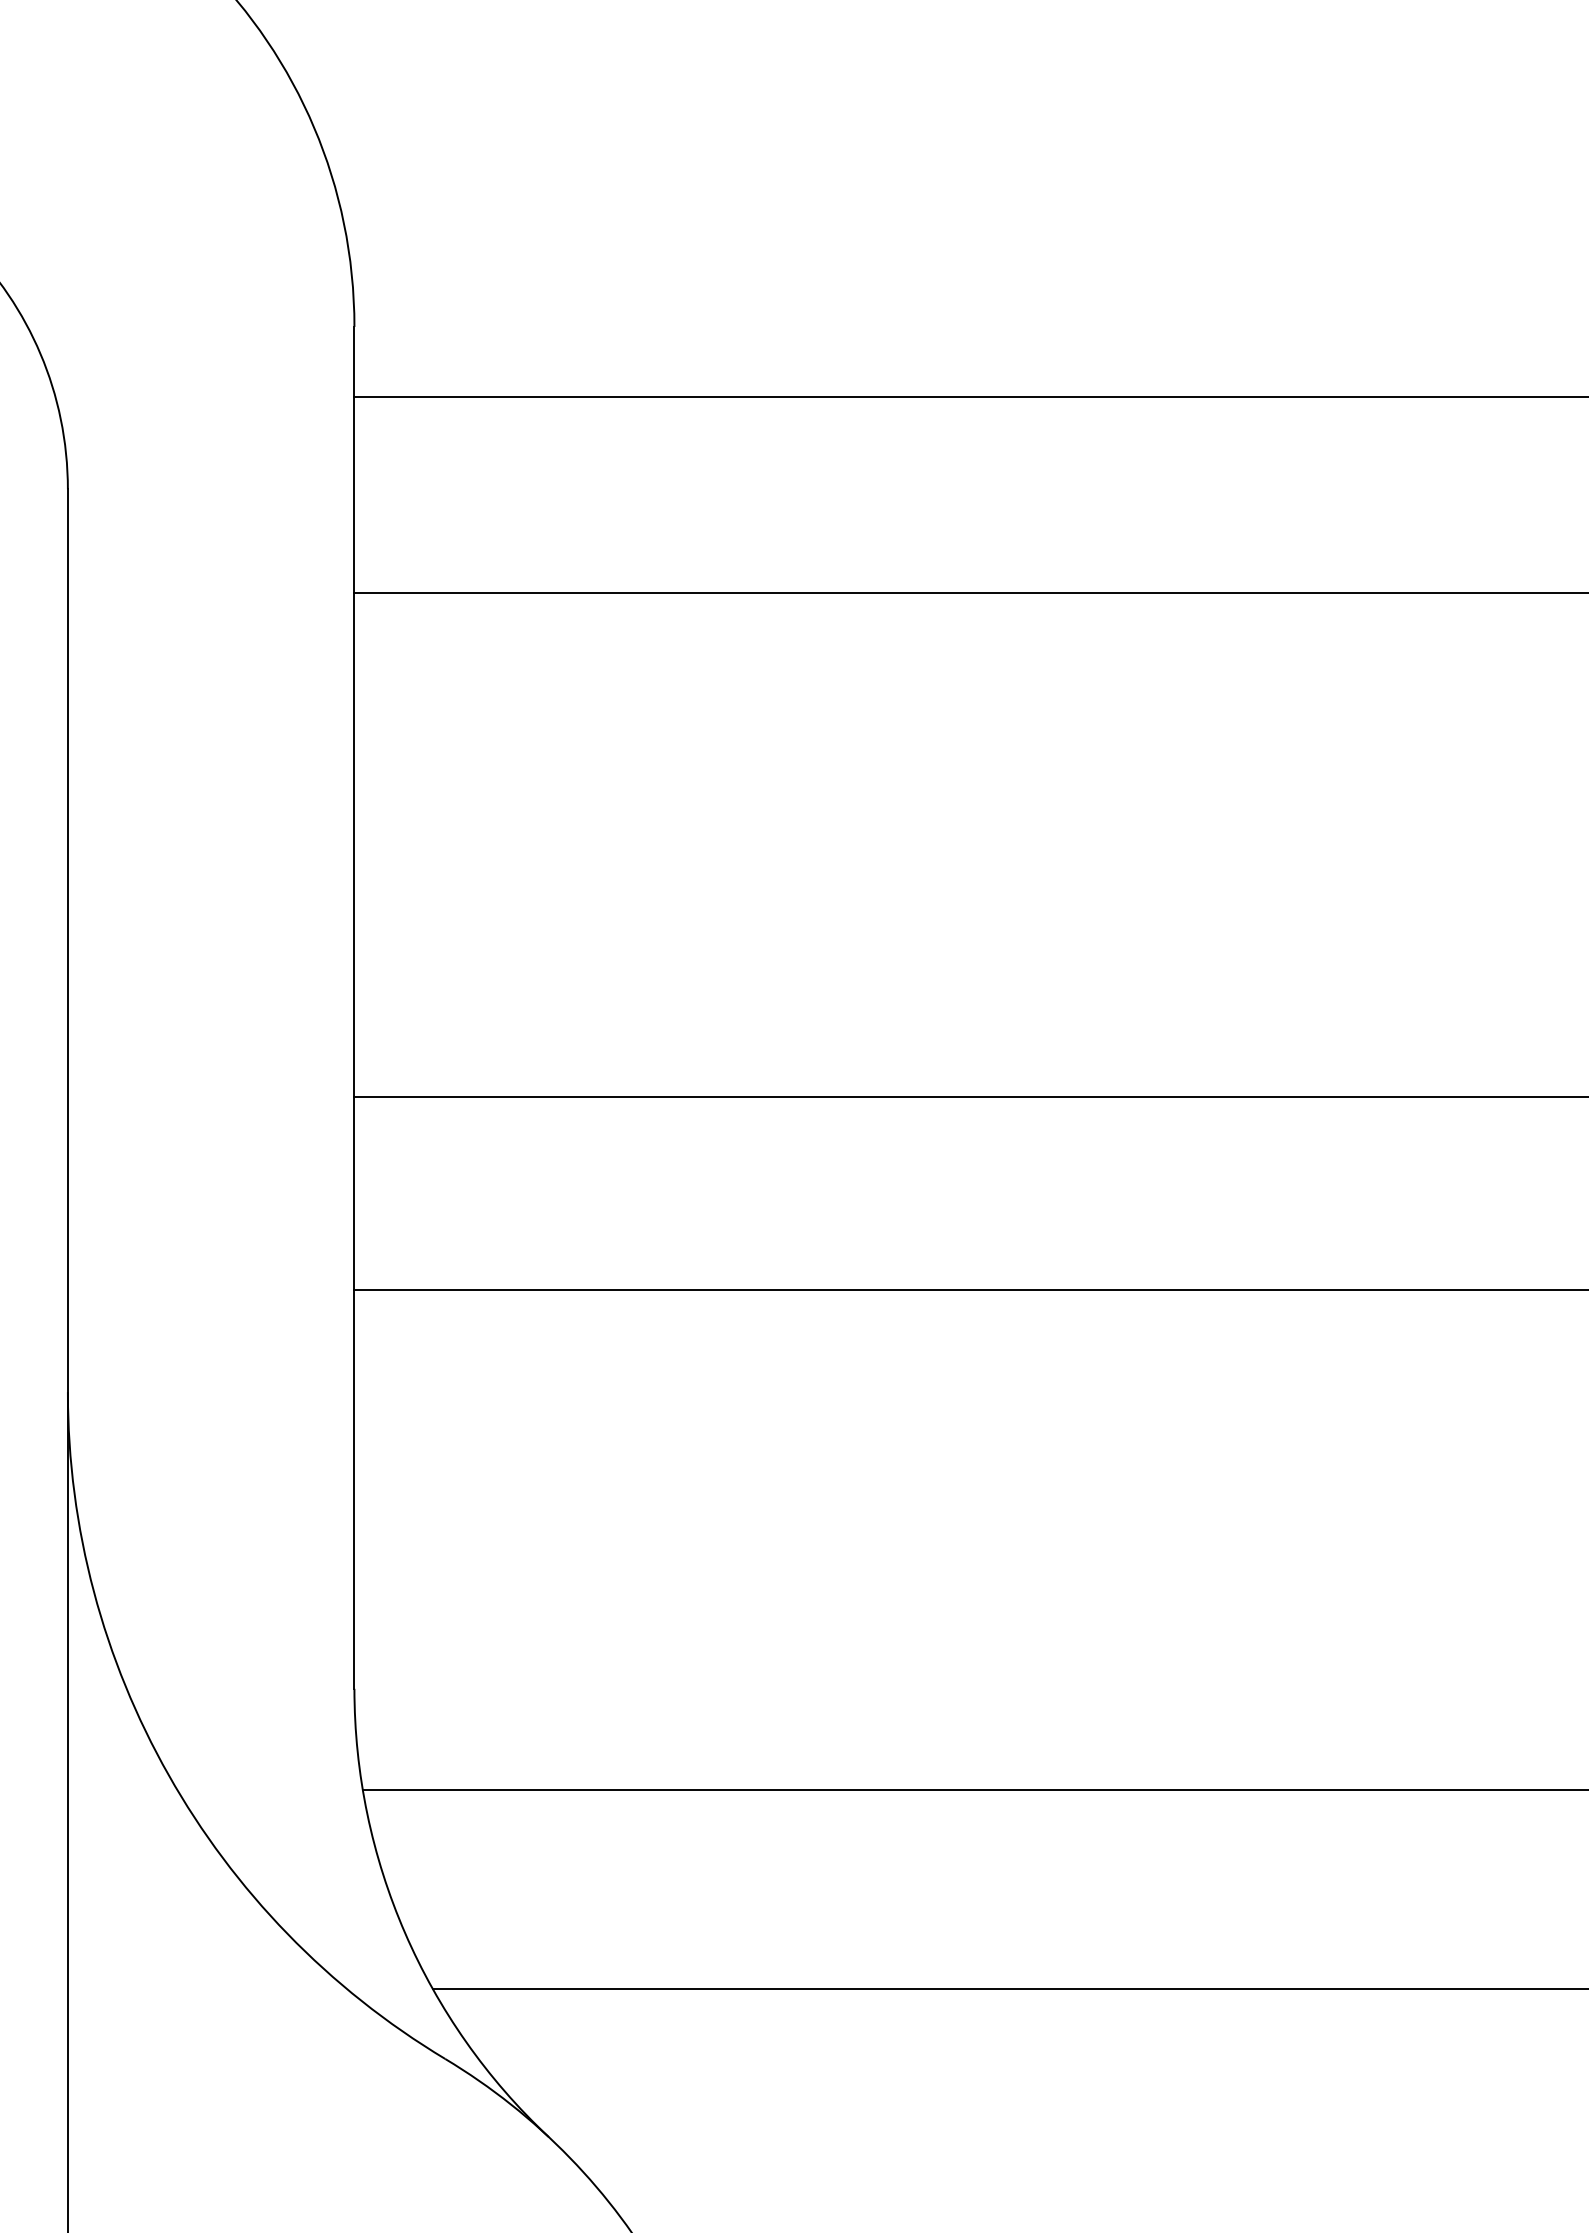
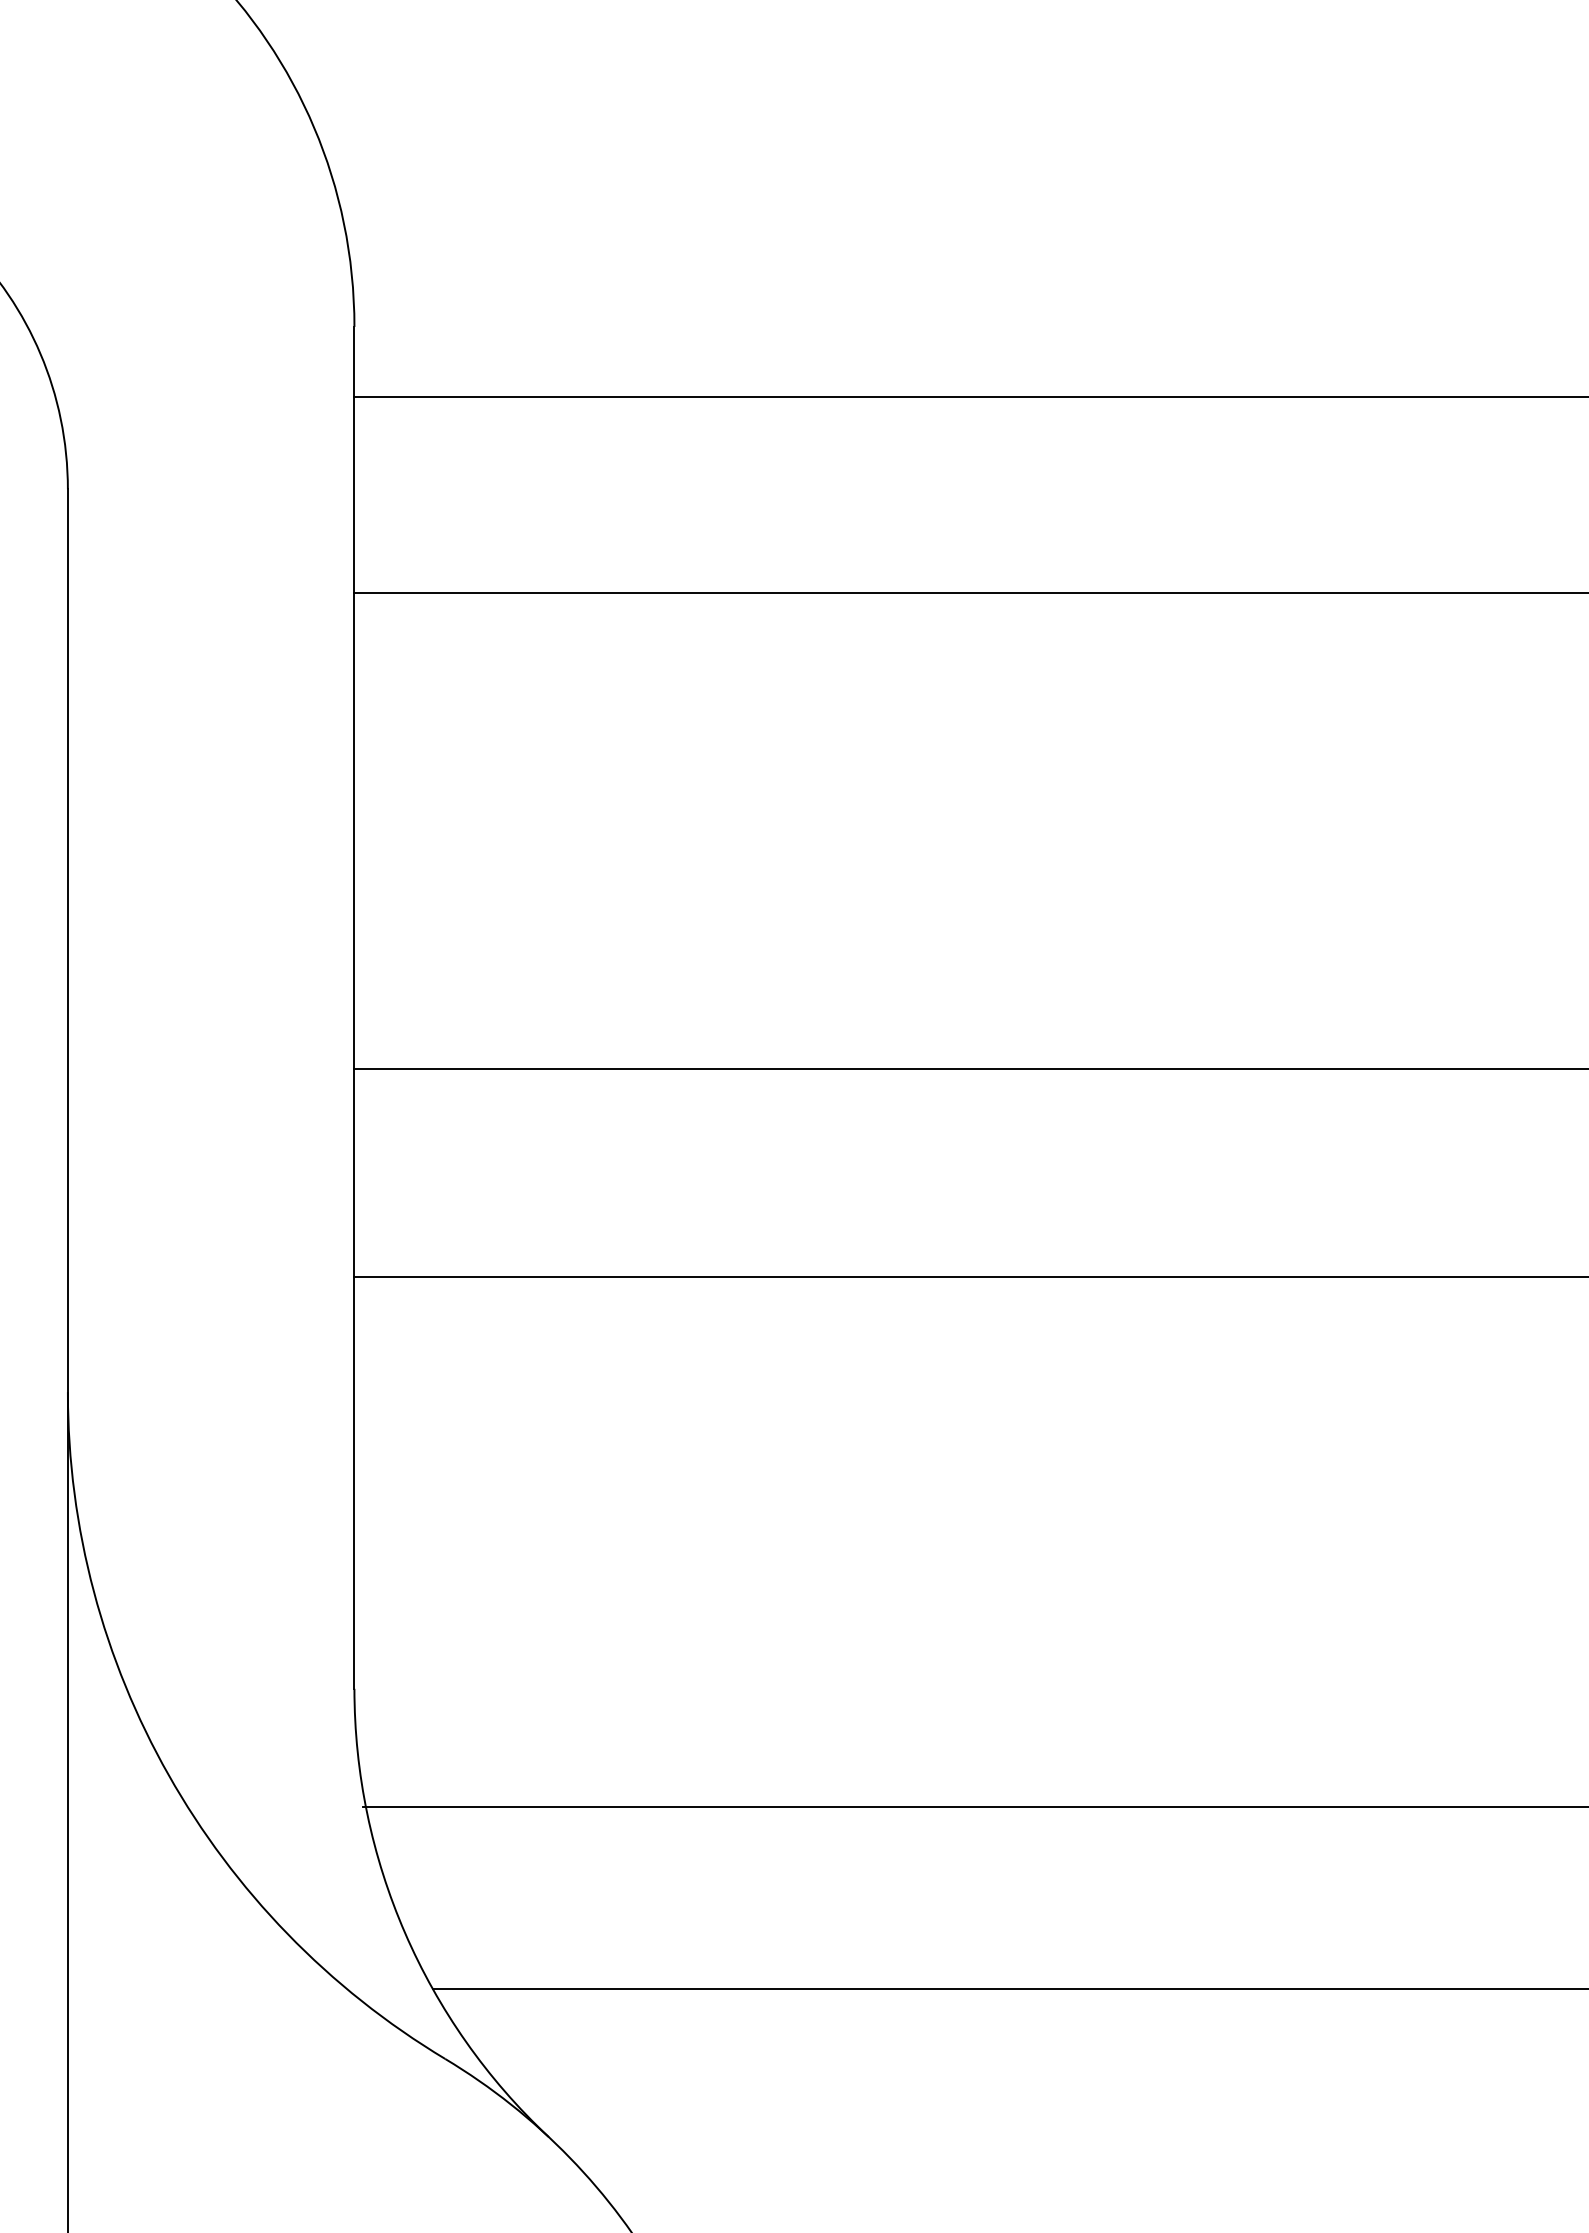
line at (969, 1096) position: (969, 1096) -> (969, 1068)
line at (969, 1290) position: (969, 1290) -> (969, 1277)
line at (973, 1790) position: (973, 1790) -> (973, 1807)
